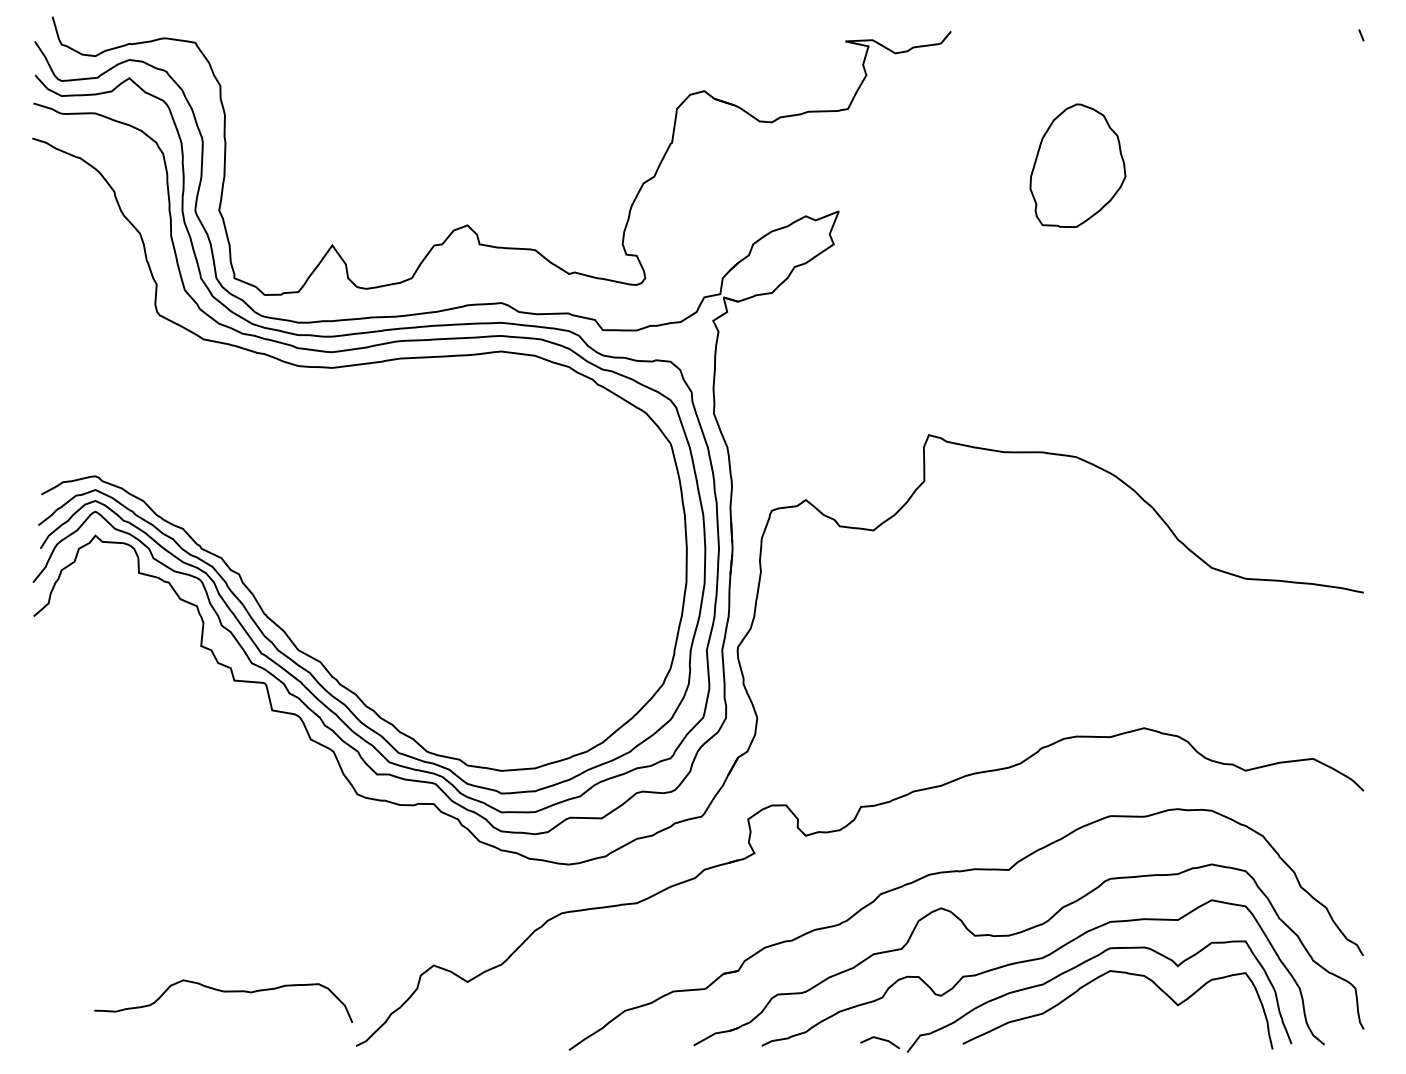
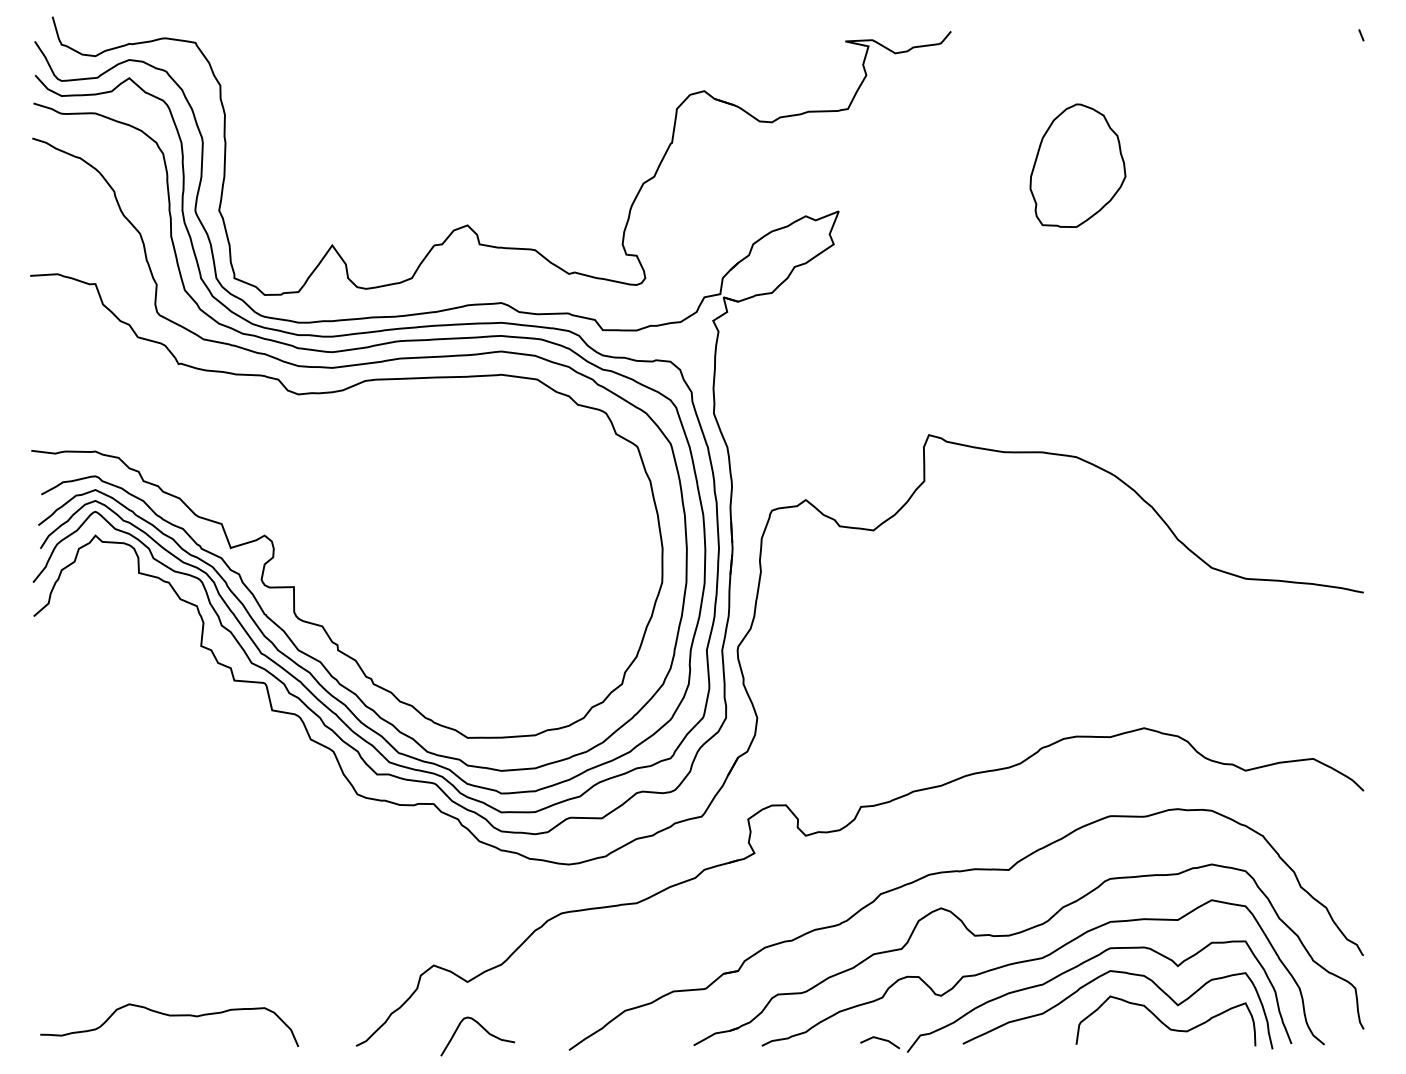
curve at (273, 542): none -> present
curve at (223, 992) position: (223, 992) -> (169, 1016)
curve at (1163, 1022): none -> present
curve at (483, 1029): none -> present
